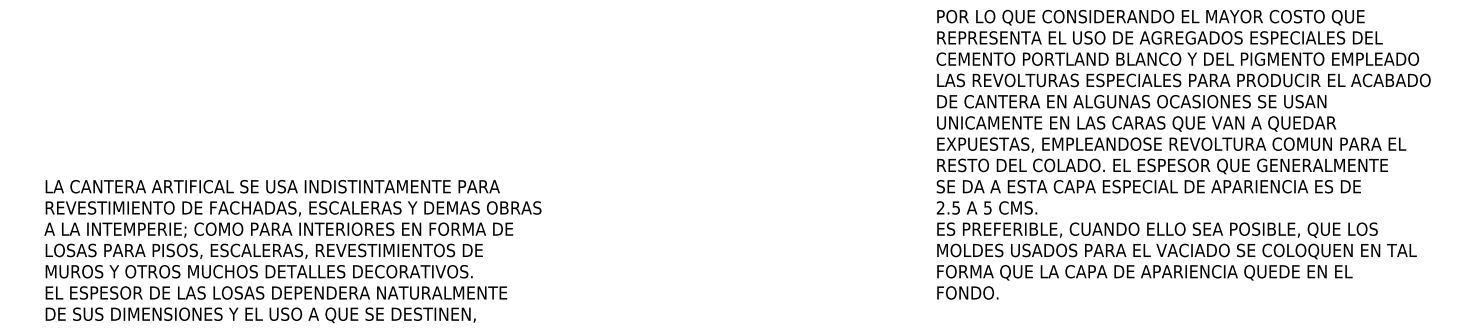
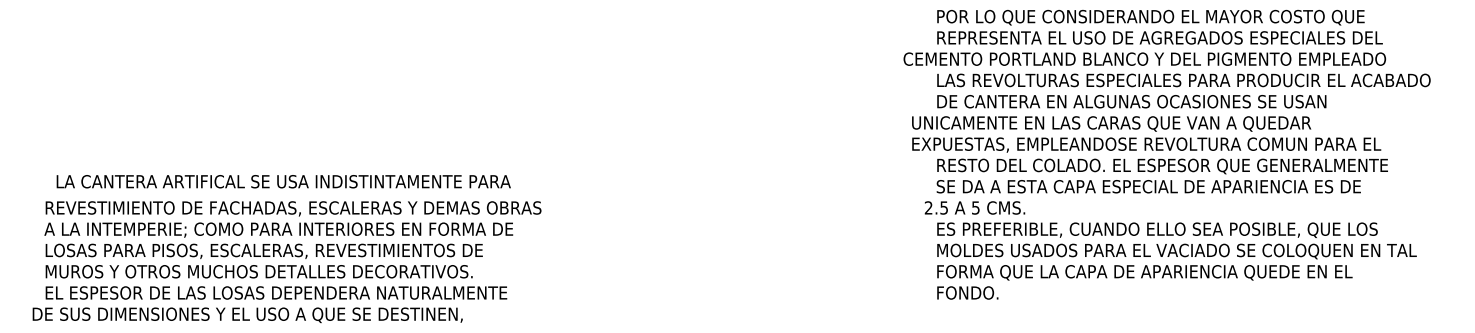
text at (1177, 58) position: (1177, 58) -> (1144, 58)
text at (1171, 134) position: (1171, 134) -> (1146, 134)
text at (272, 186) position: (272, 186) -> (283, 181)
text at (986, 207) position: (986, 207) -> (974, 207)
text at (260, 315) position: (260, 315) -> (247, 315)
